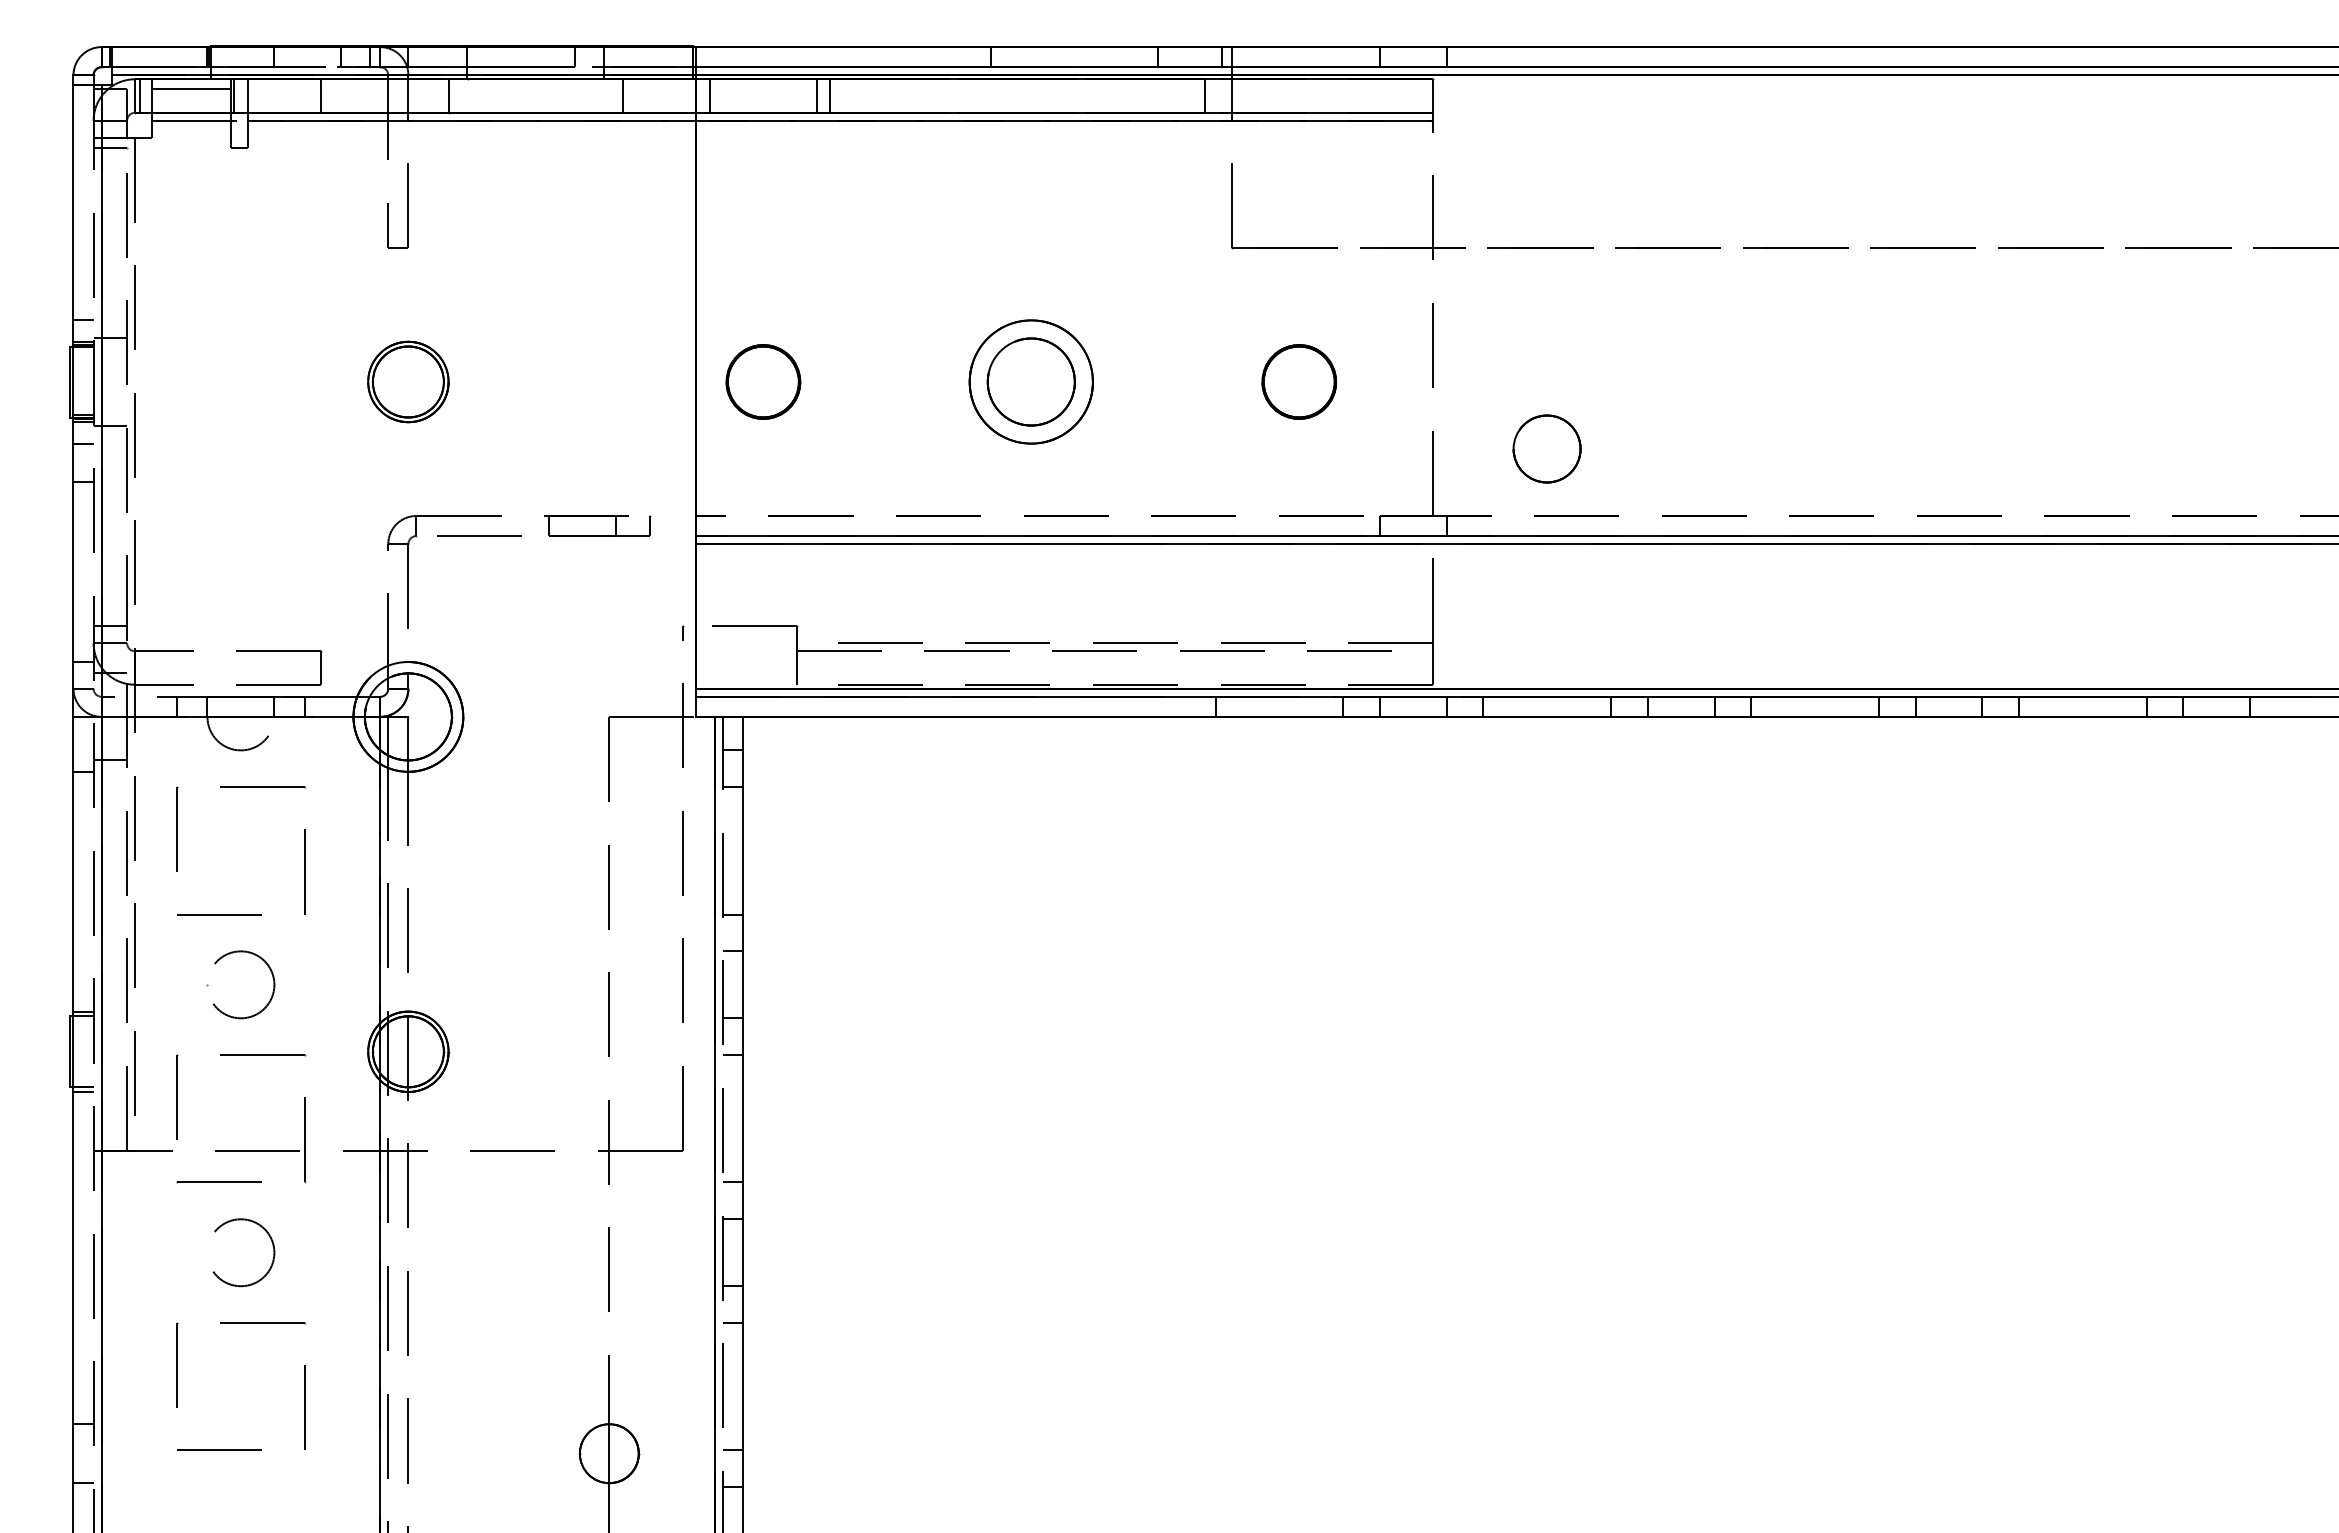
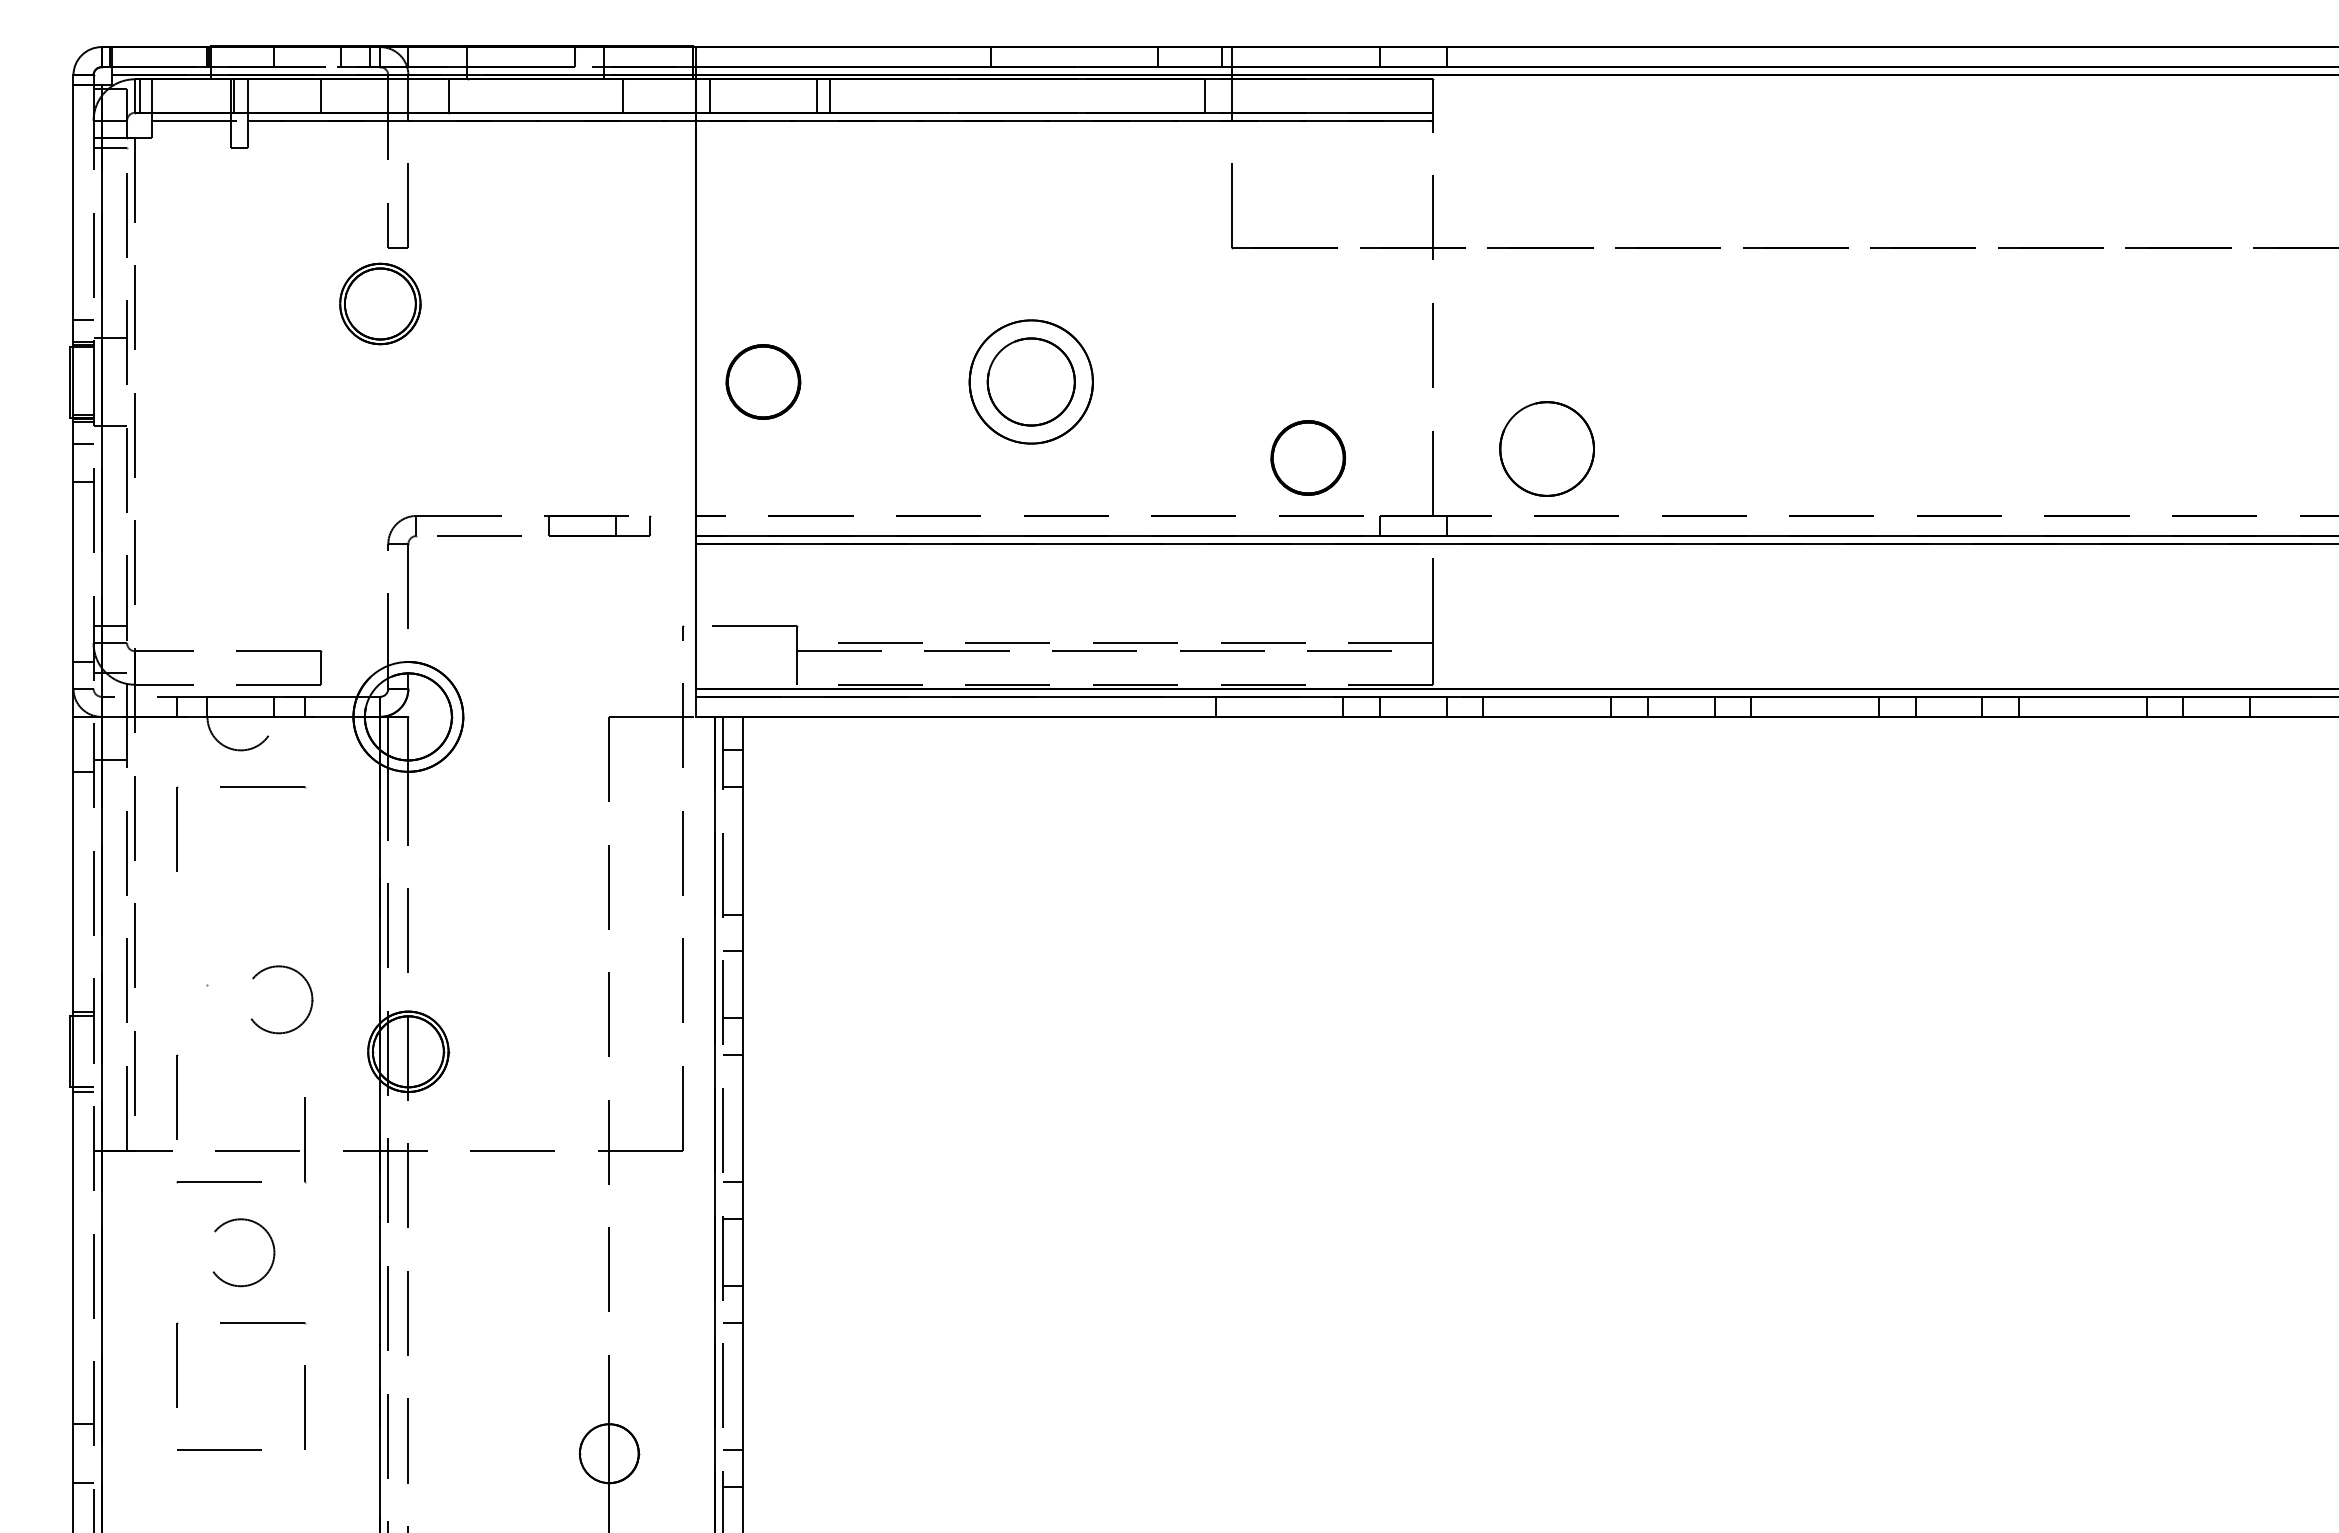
line at (190, 89): present -> none
part at (408, 381) position: (408, 381) -> (380, 303)
part at (1299, 381) position: (1299, 381) -> (1308, 457)
part at (1546, 448) size: 70x70 px -> 96x96 px
line at (304, 871): present -> none
line at (219, 914): present -> none
part at (272, 978) position: (272, 978) -> (310, 993)
line at (263, 1055): present -> none
